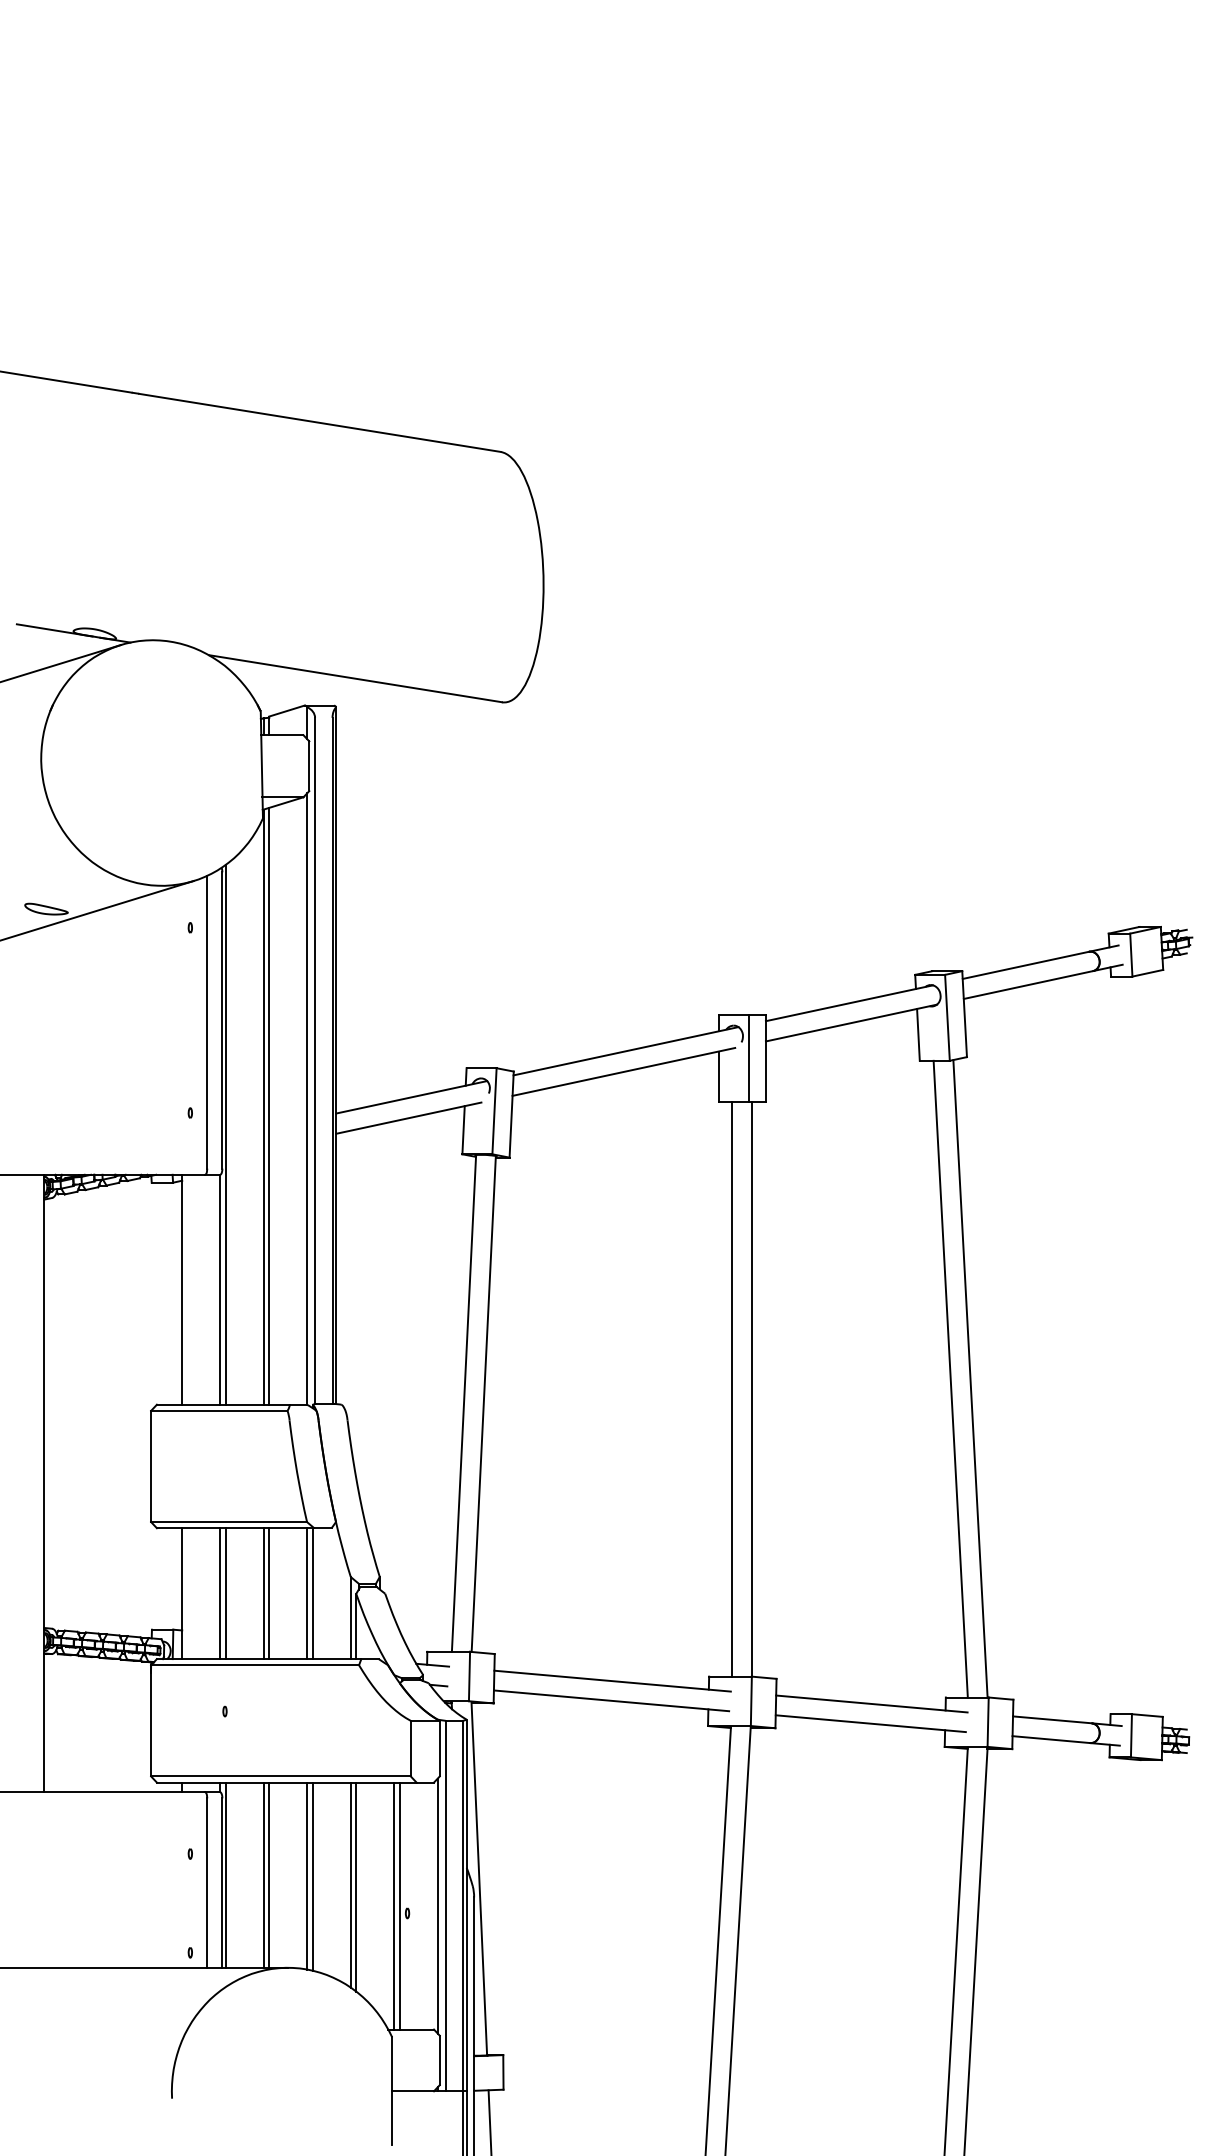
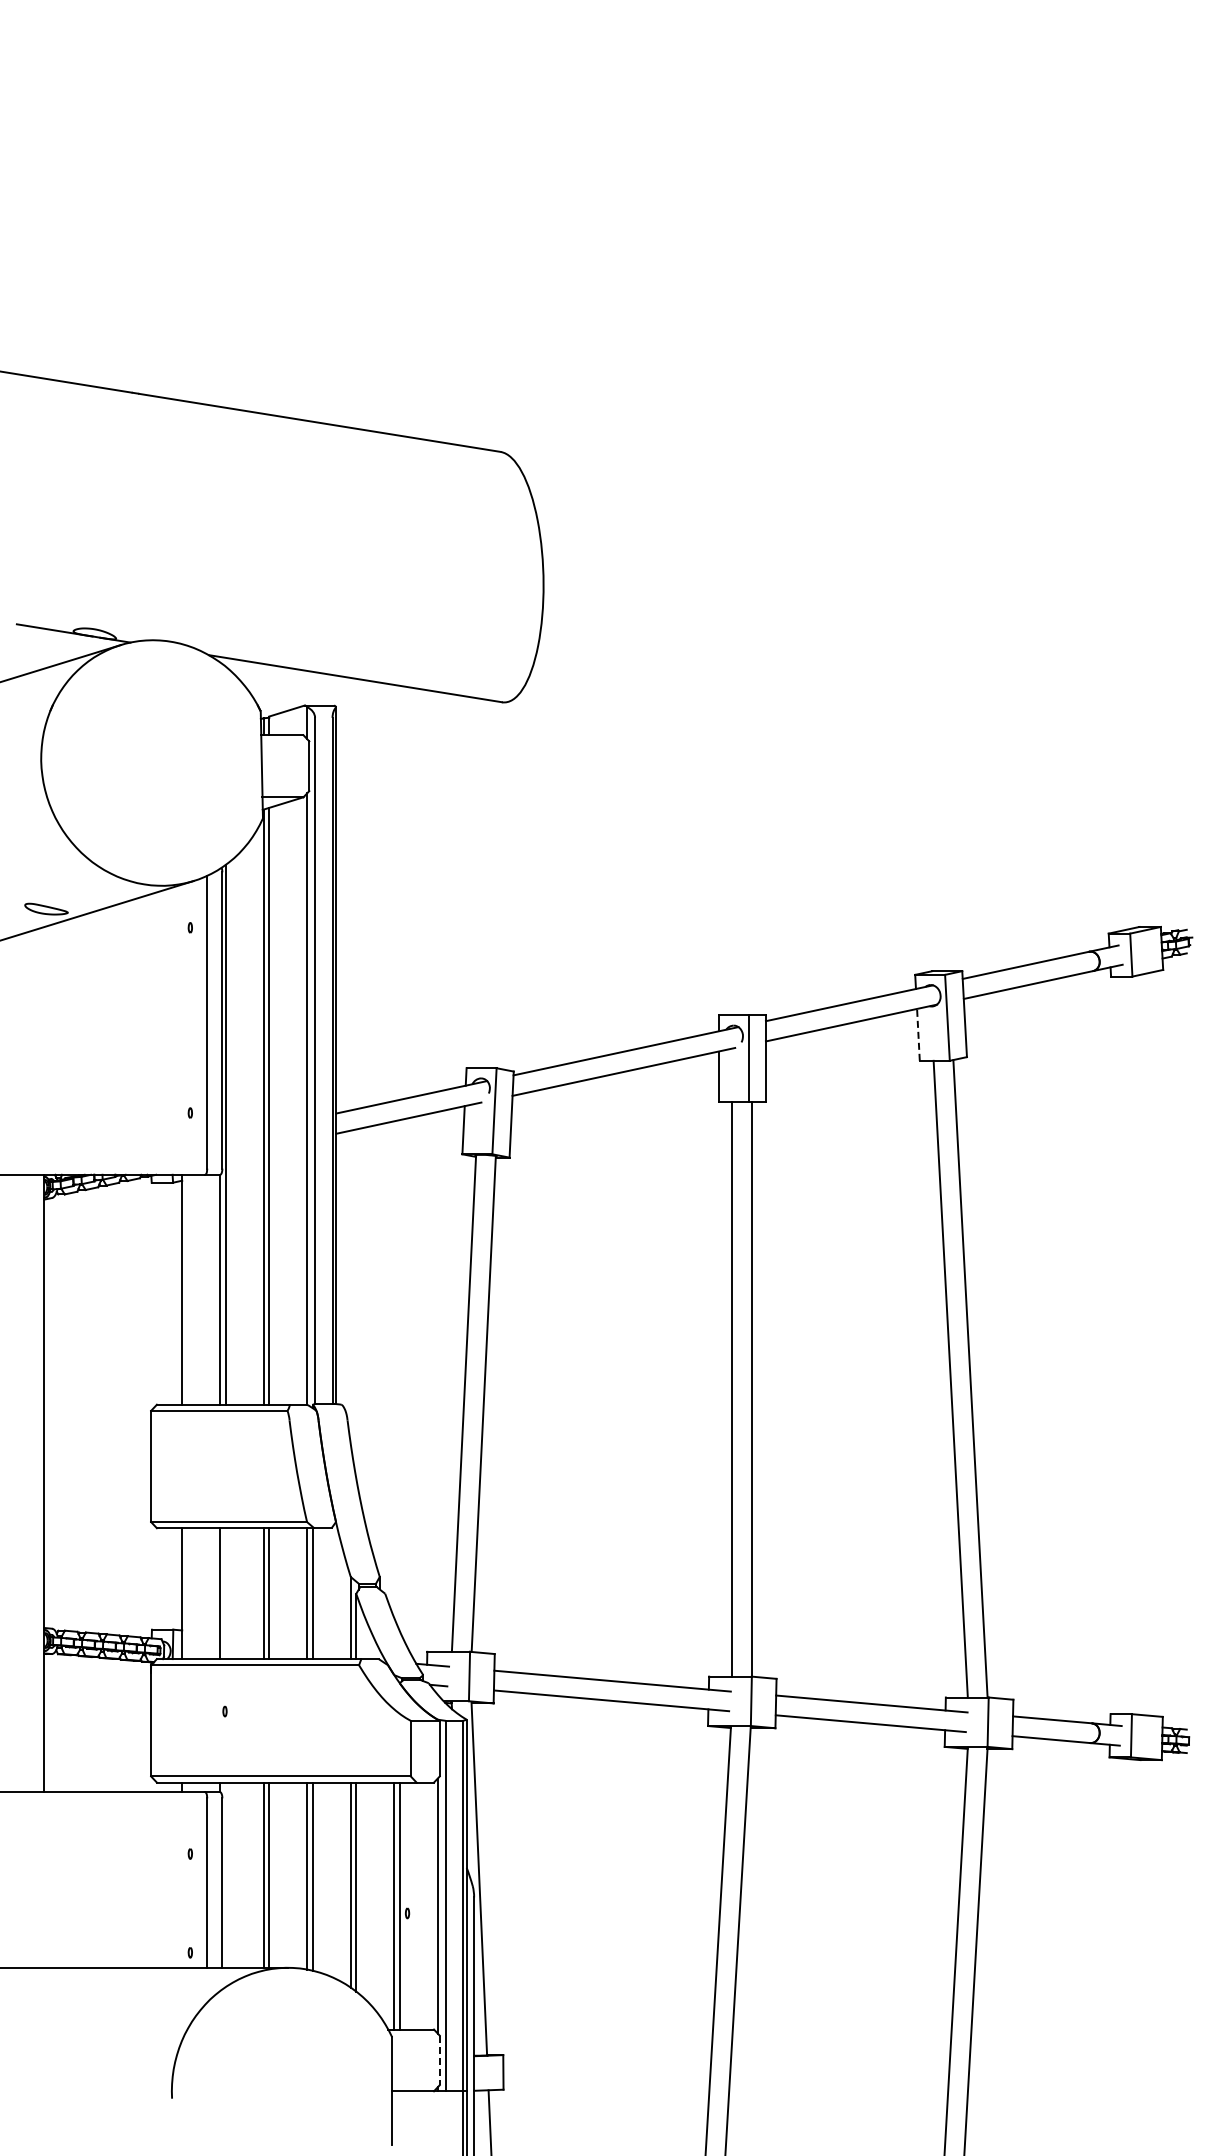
line at (918, 1034): solid -> dashed
line at (225, 1593): present -> none
line at (225, 1874): present -> none
line at (439, 2060): solid -> dashed
